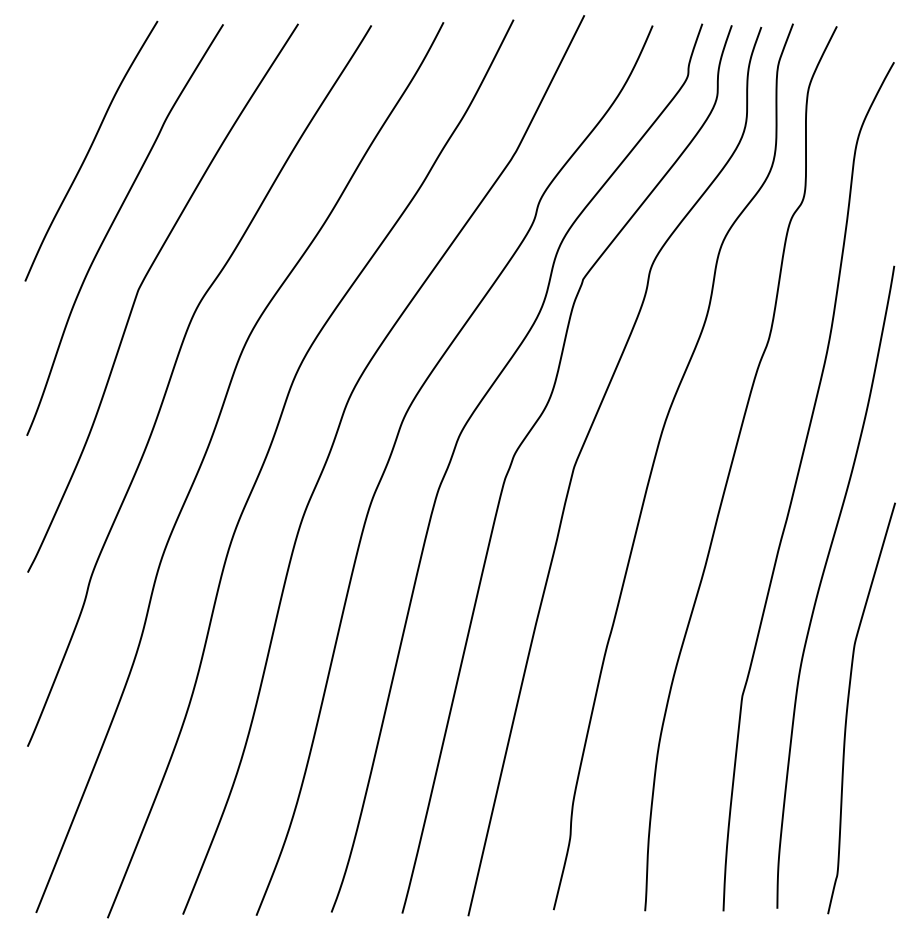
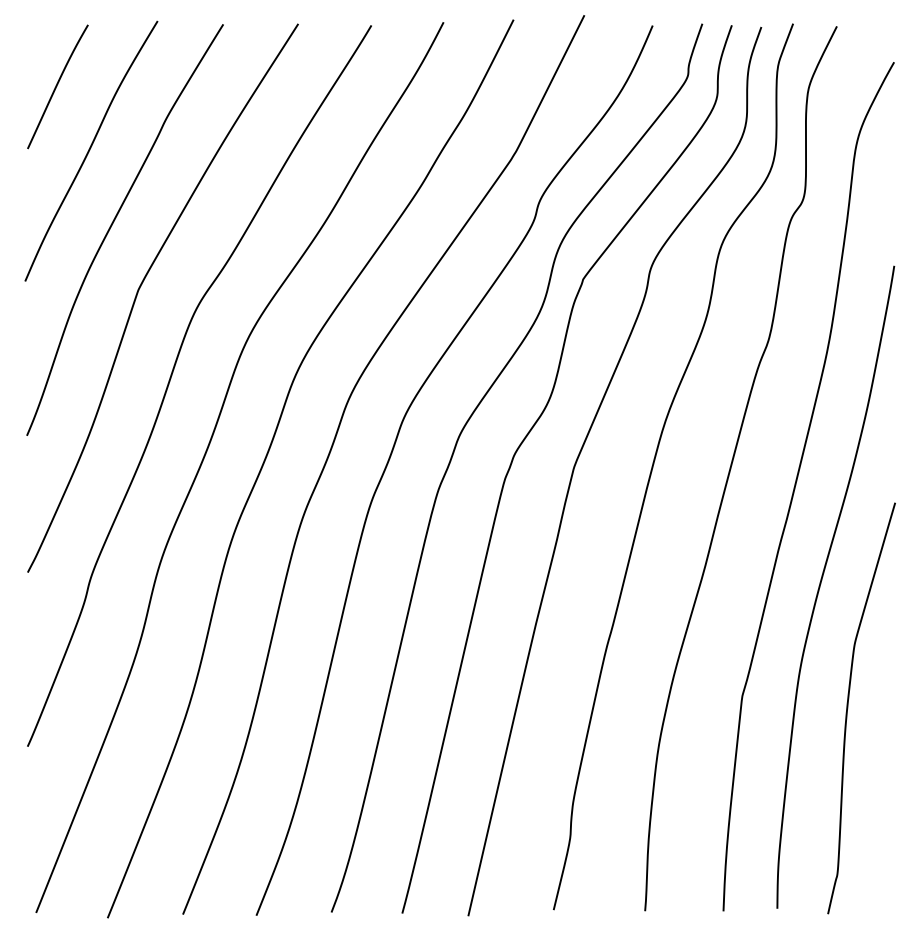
curve at (57, 86): none -> present
